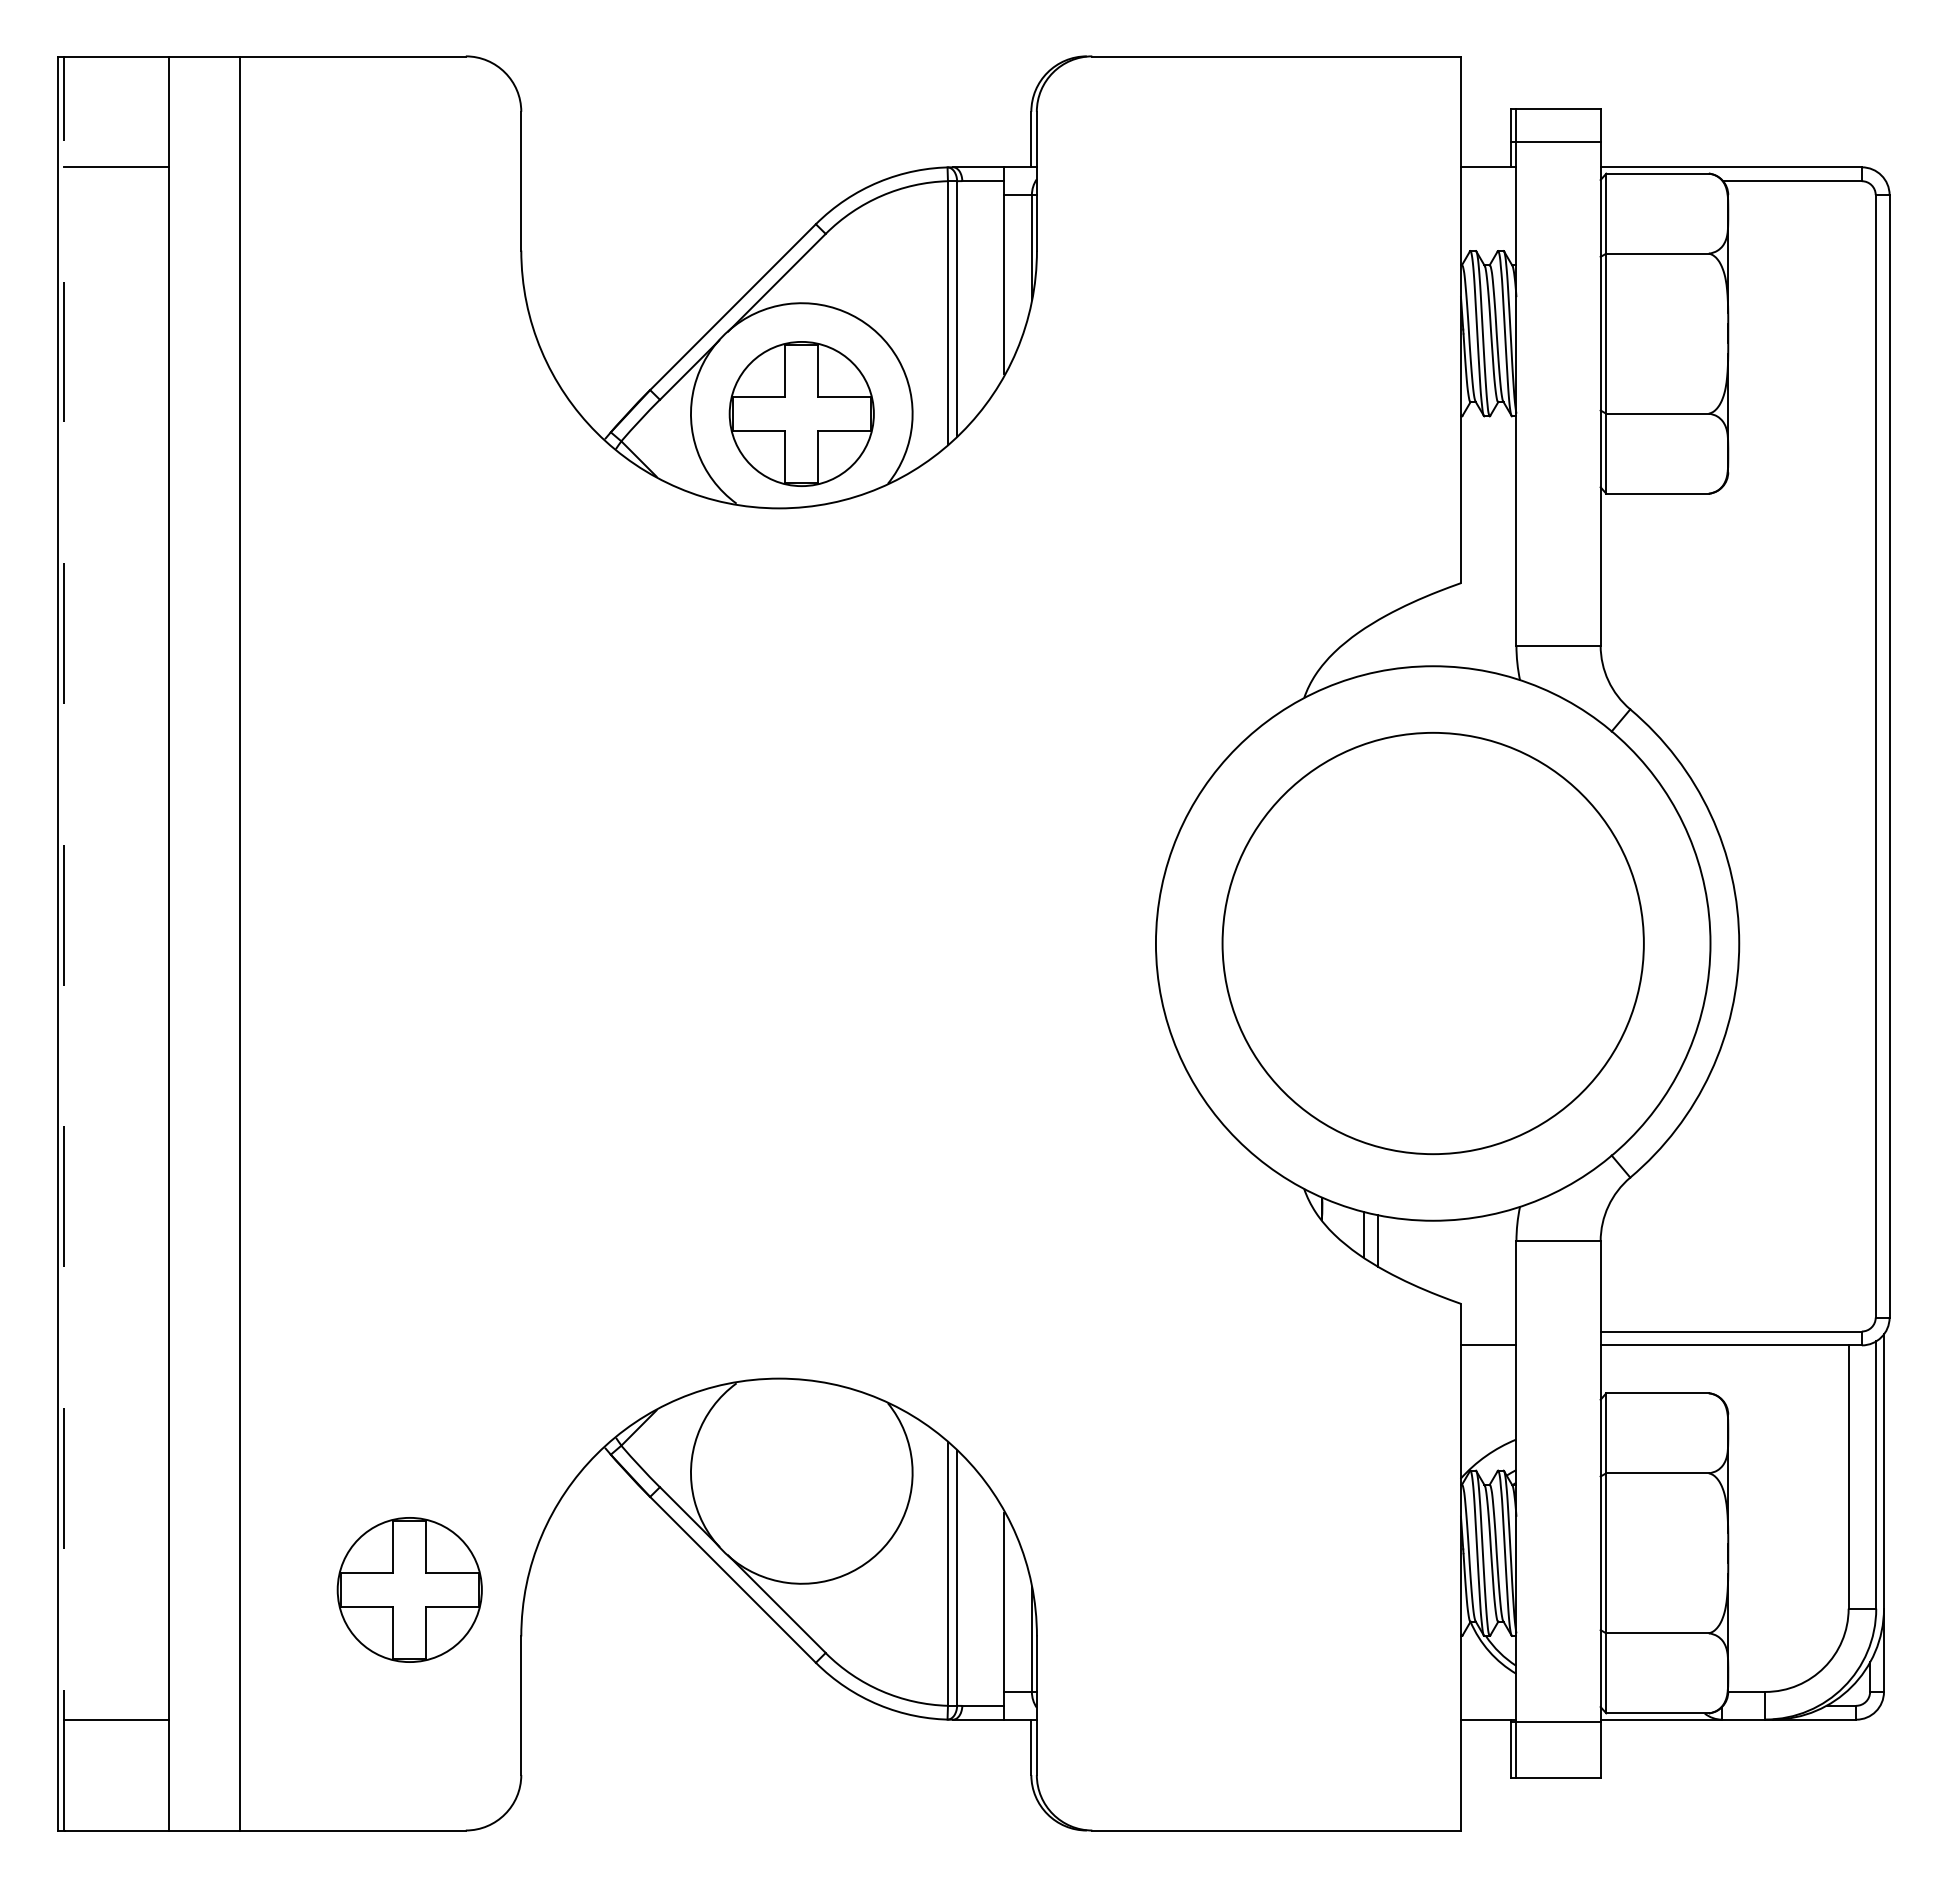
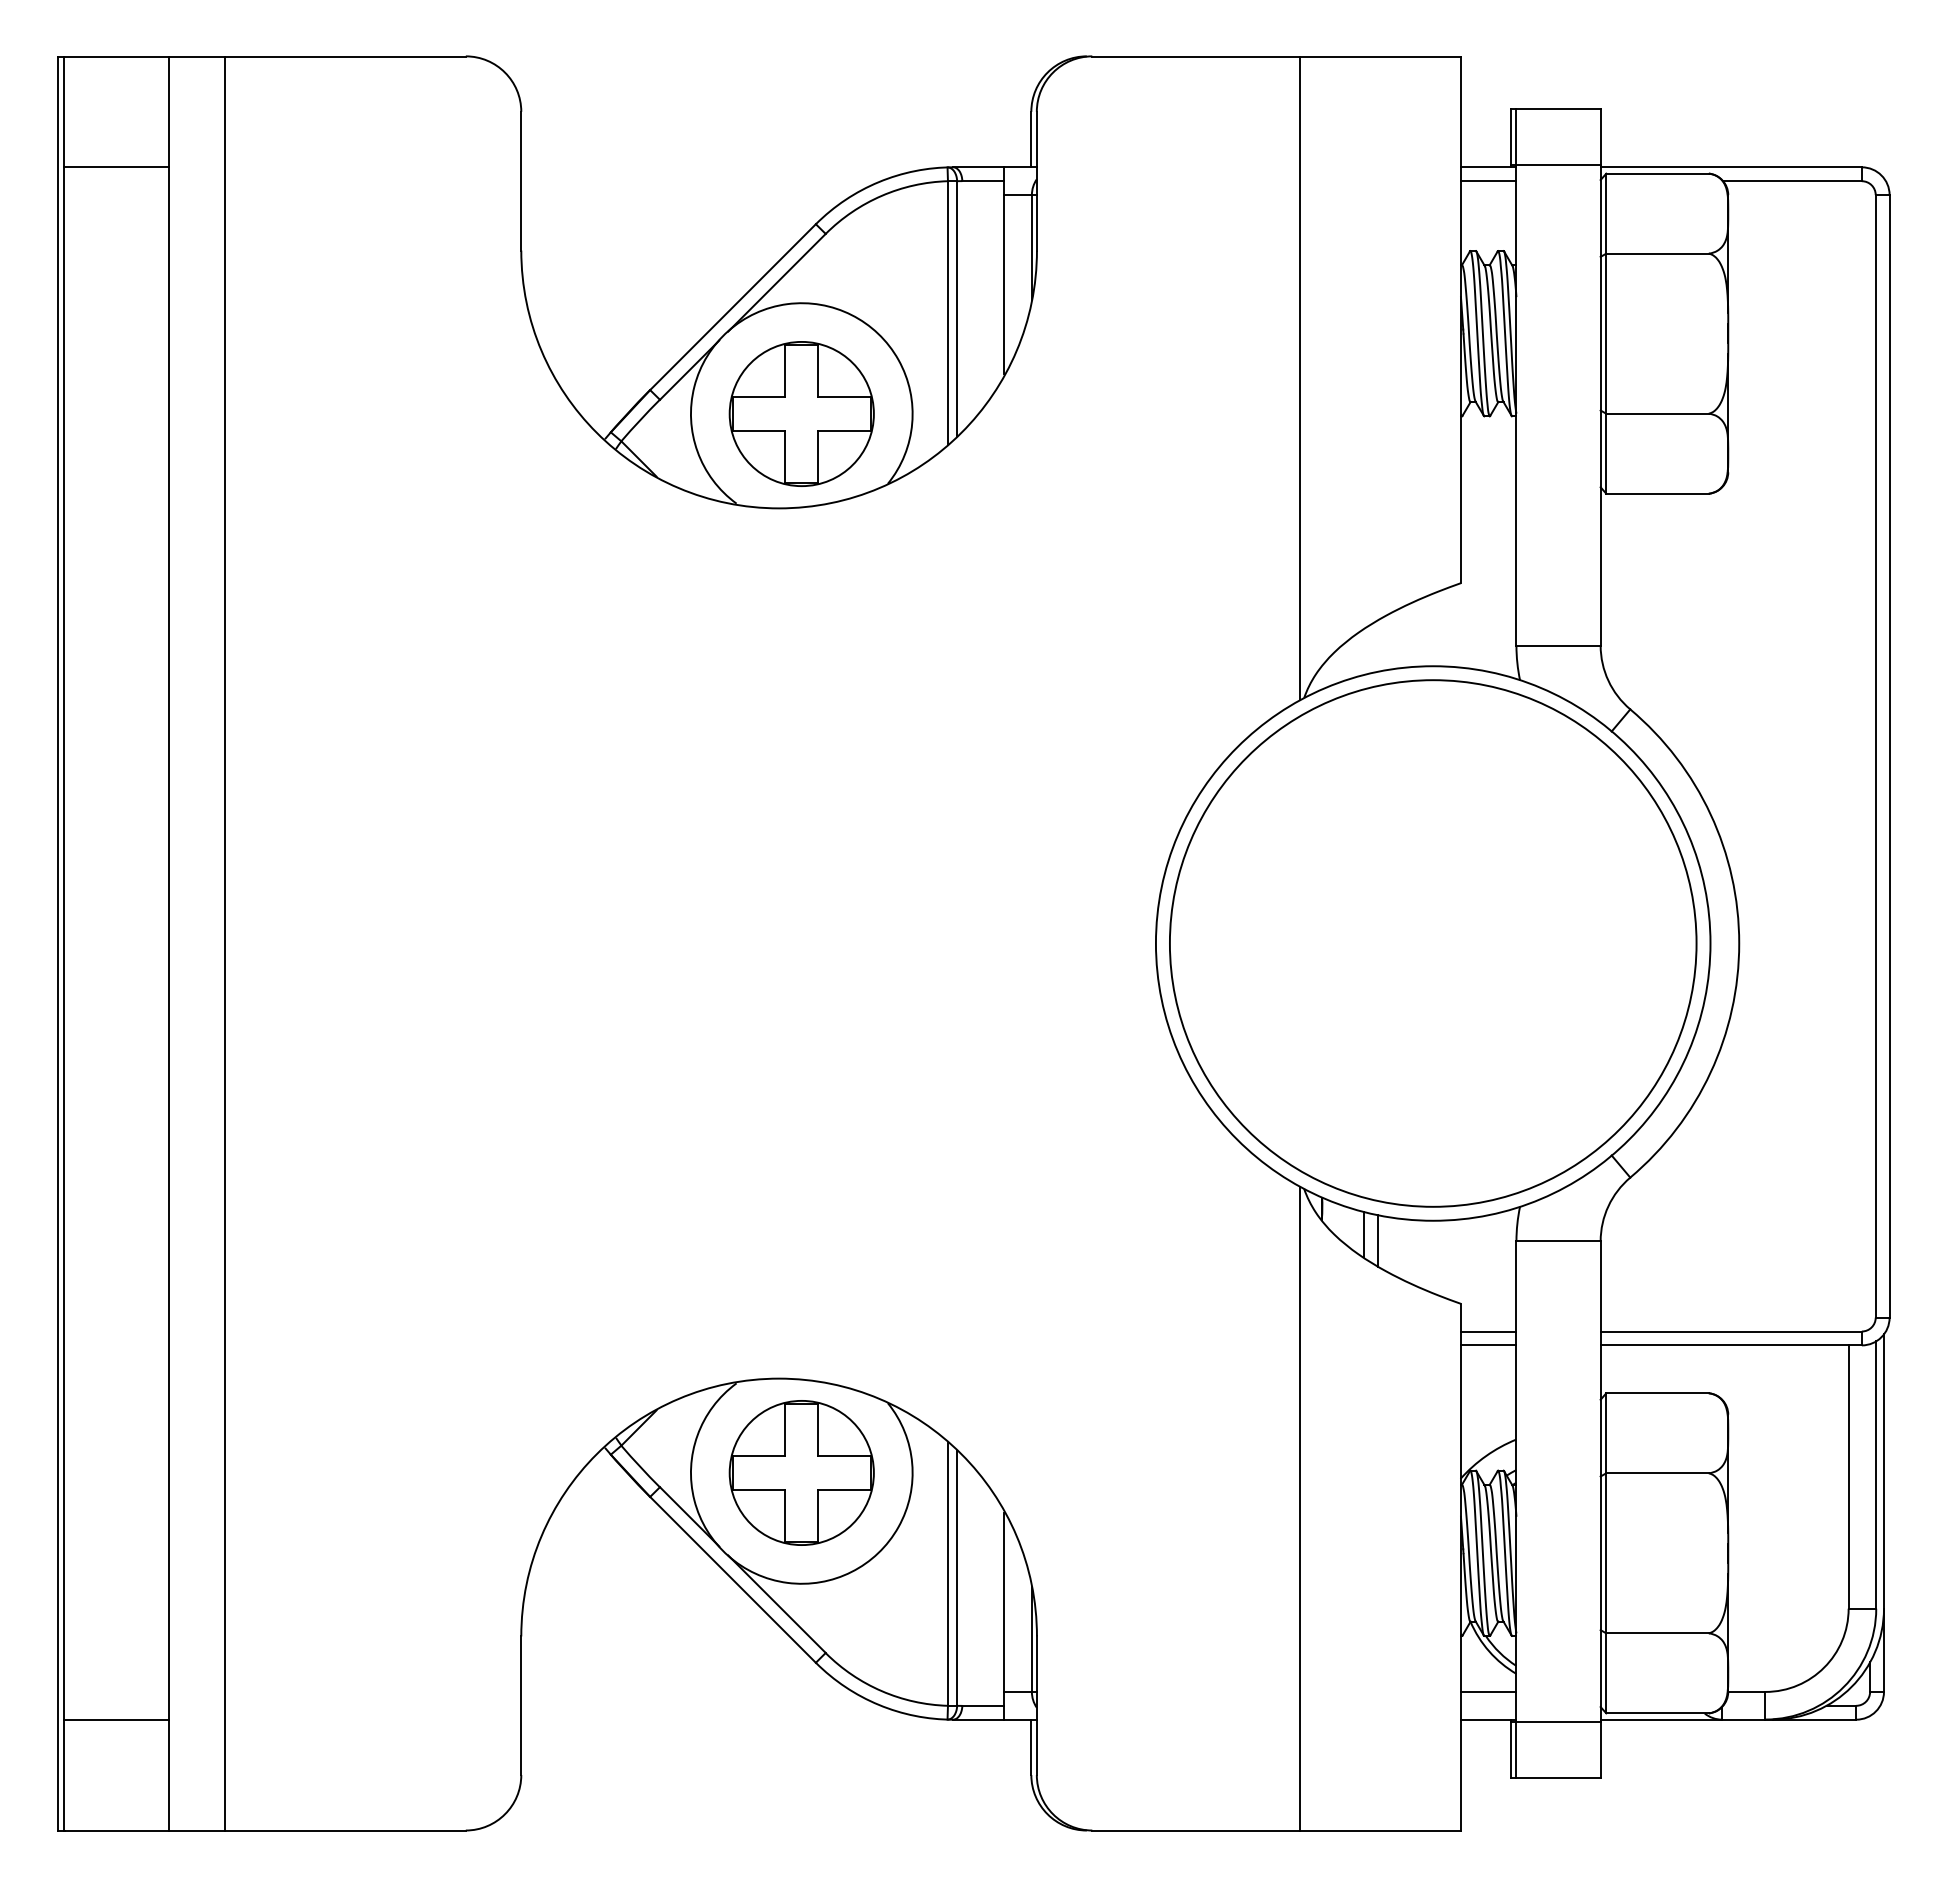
line at (1555, 141) position: (1555, 141) -> (1555, 164)
line at (1488, 181): none -> present
line at (1300, 378): none -> present
line at (63, 943): dashed -> solid
line at (239, 943) position: (239, 943) -> (224, 943)
circle at (1432, 943) diameter: 421 px -> 527 px
line at (1488, 1331): none -> present
line at (1300, 1508): none -> present
part at (409, 1589) position: (409, 1589) -> (801, 1472)
line at (1488, 1691): none -> present
